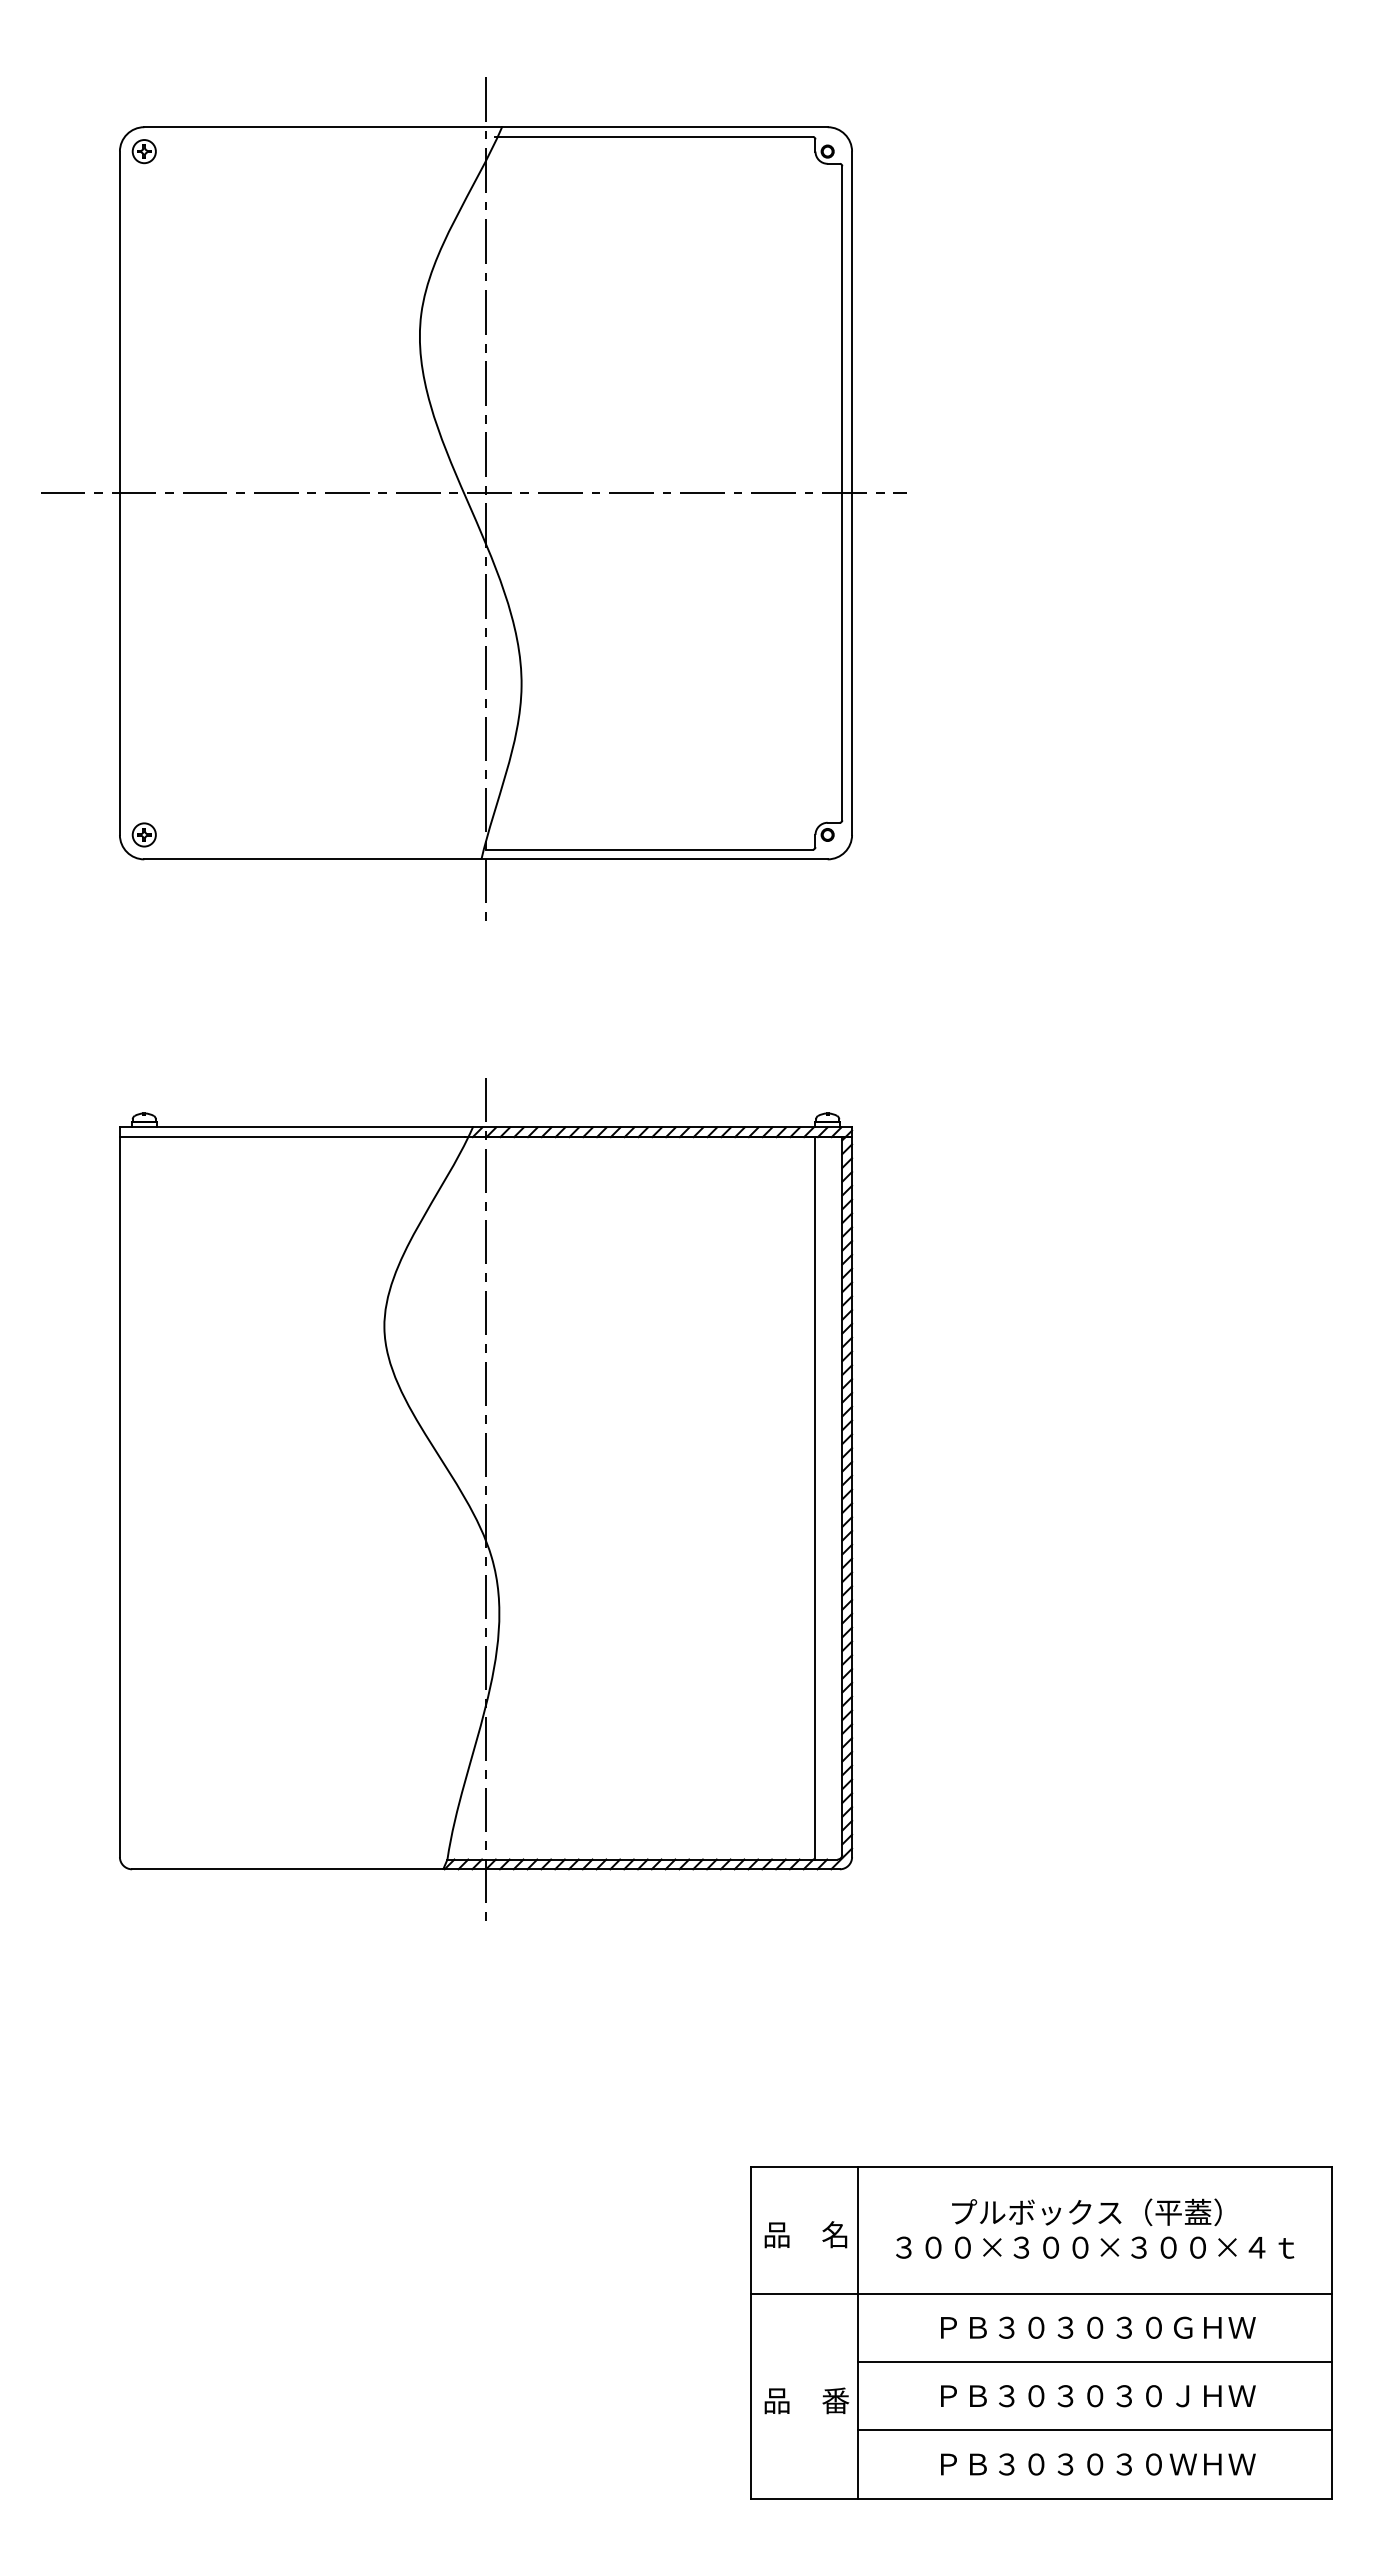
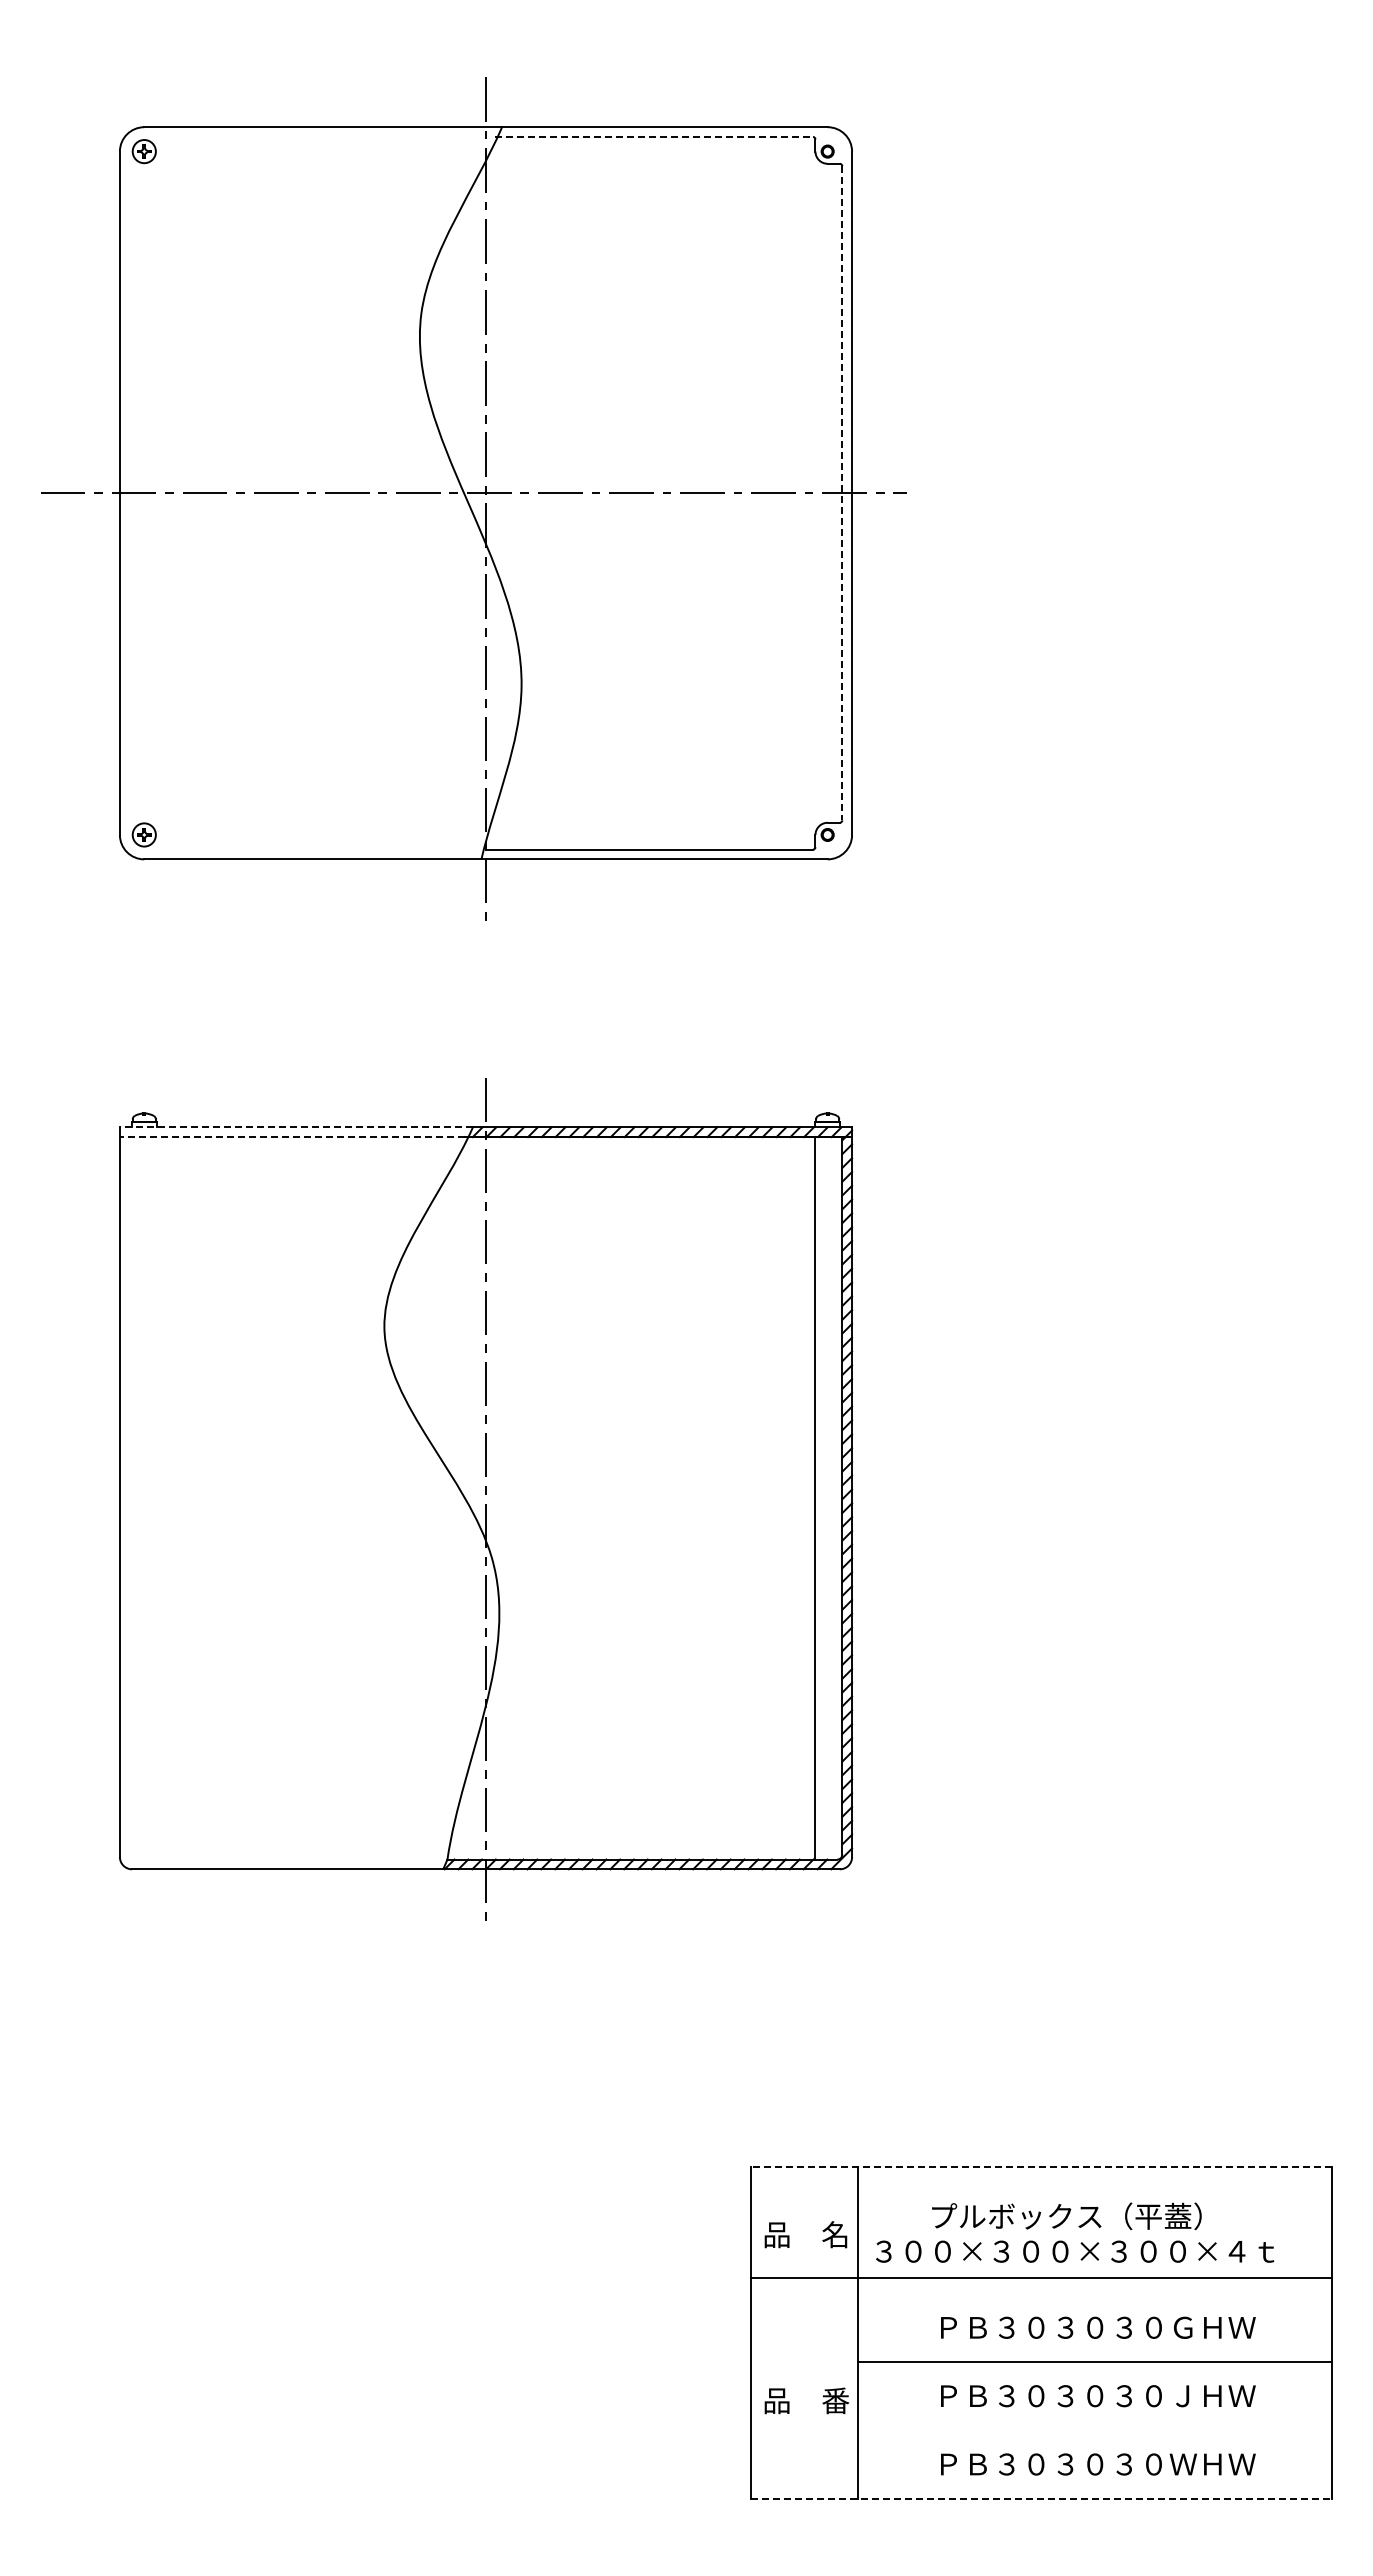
line at (654, 136): solid -> dashed
line at (842, 493): solid -> dashed
line at (296, 1127): solid -> dashed
line at (292, 1137): solid -> dashed
line at (1041, 2166): solid -> dashed
text at (1095, 2228) position: (1095, 2228) -> (1075, 2232)
line at (1041, 2293) position: (1041, 2293) -> (1041, 2277)
line at (1094, 2430): present -> none
line at (1042, 2498): solid -> dashed
